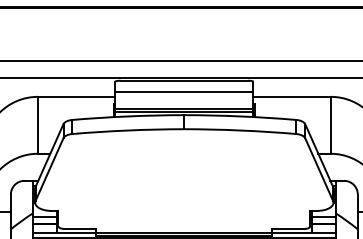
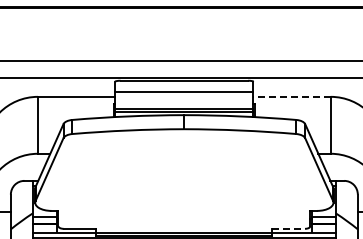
line at (292, 96): solid -> dashed
line at (289, 228): solid -> dashed
